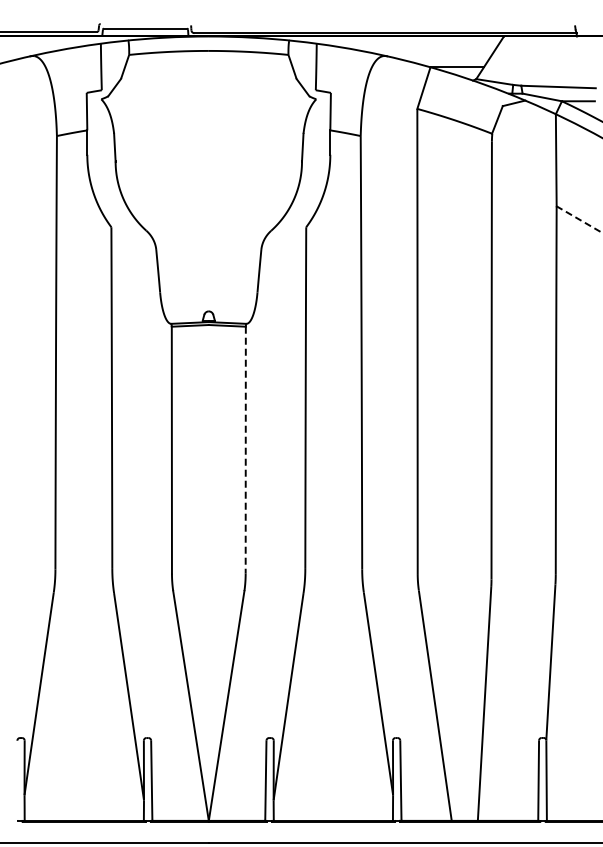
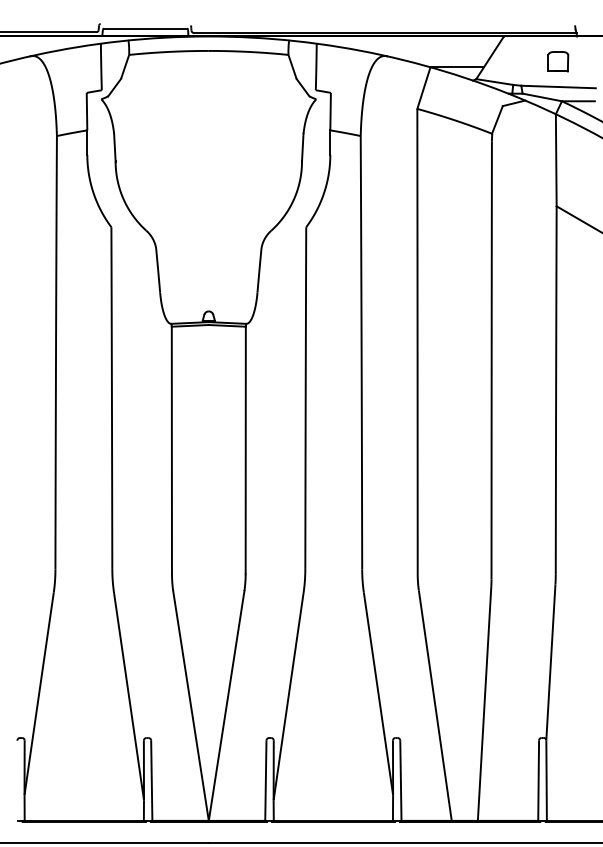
part at (558, 61): none -> present
line at (579, 219): dashed -> solid
line at (245, 450): dashed -> solid
